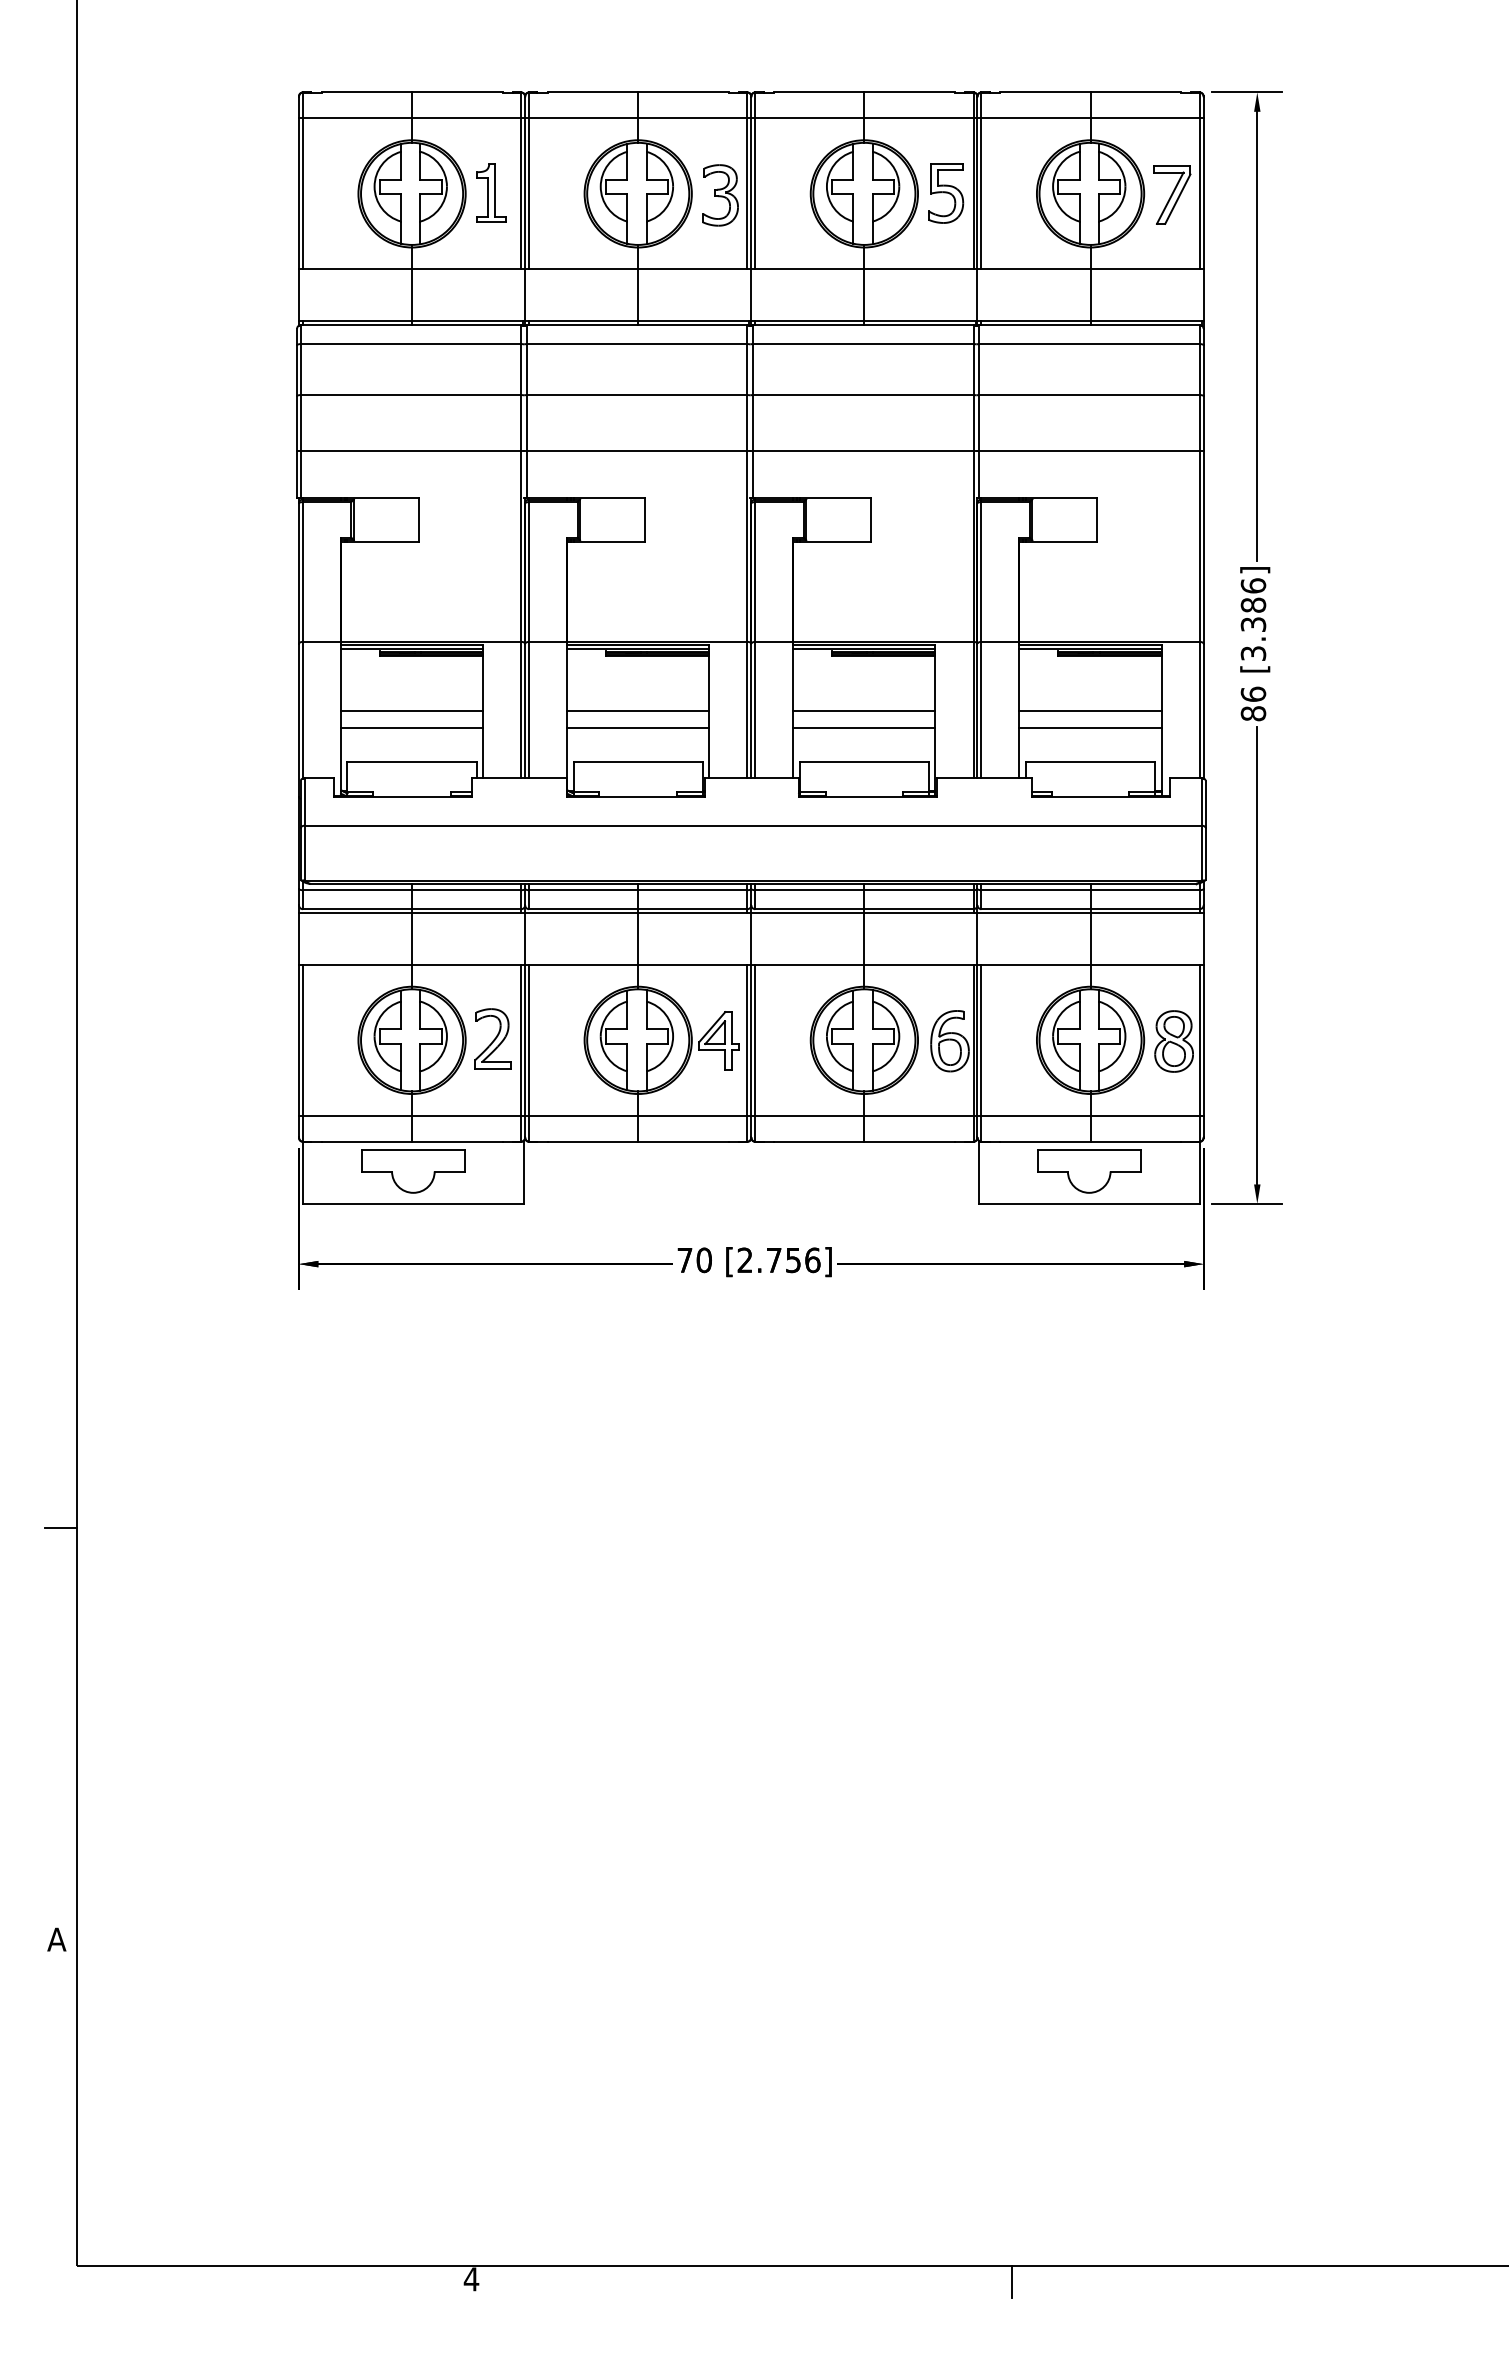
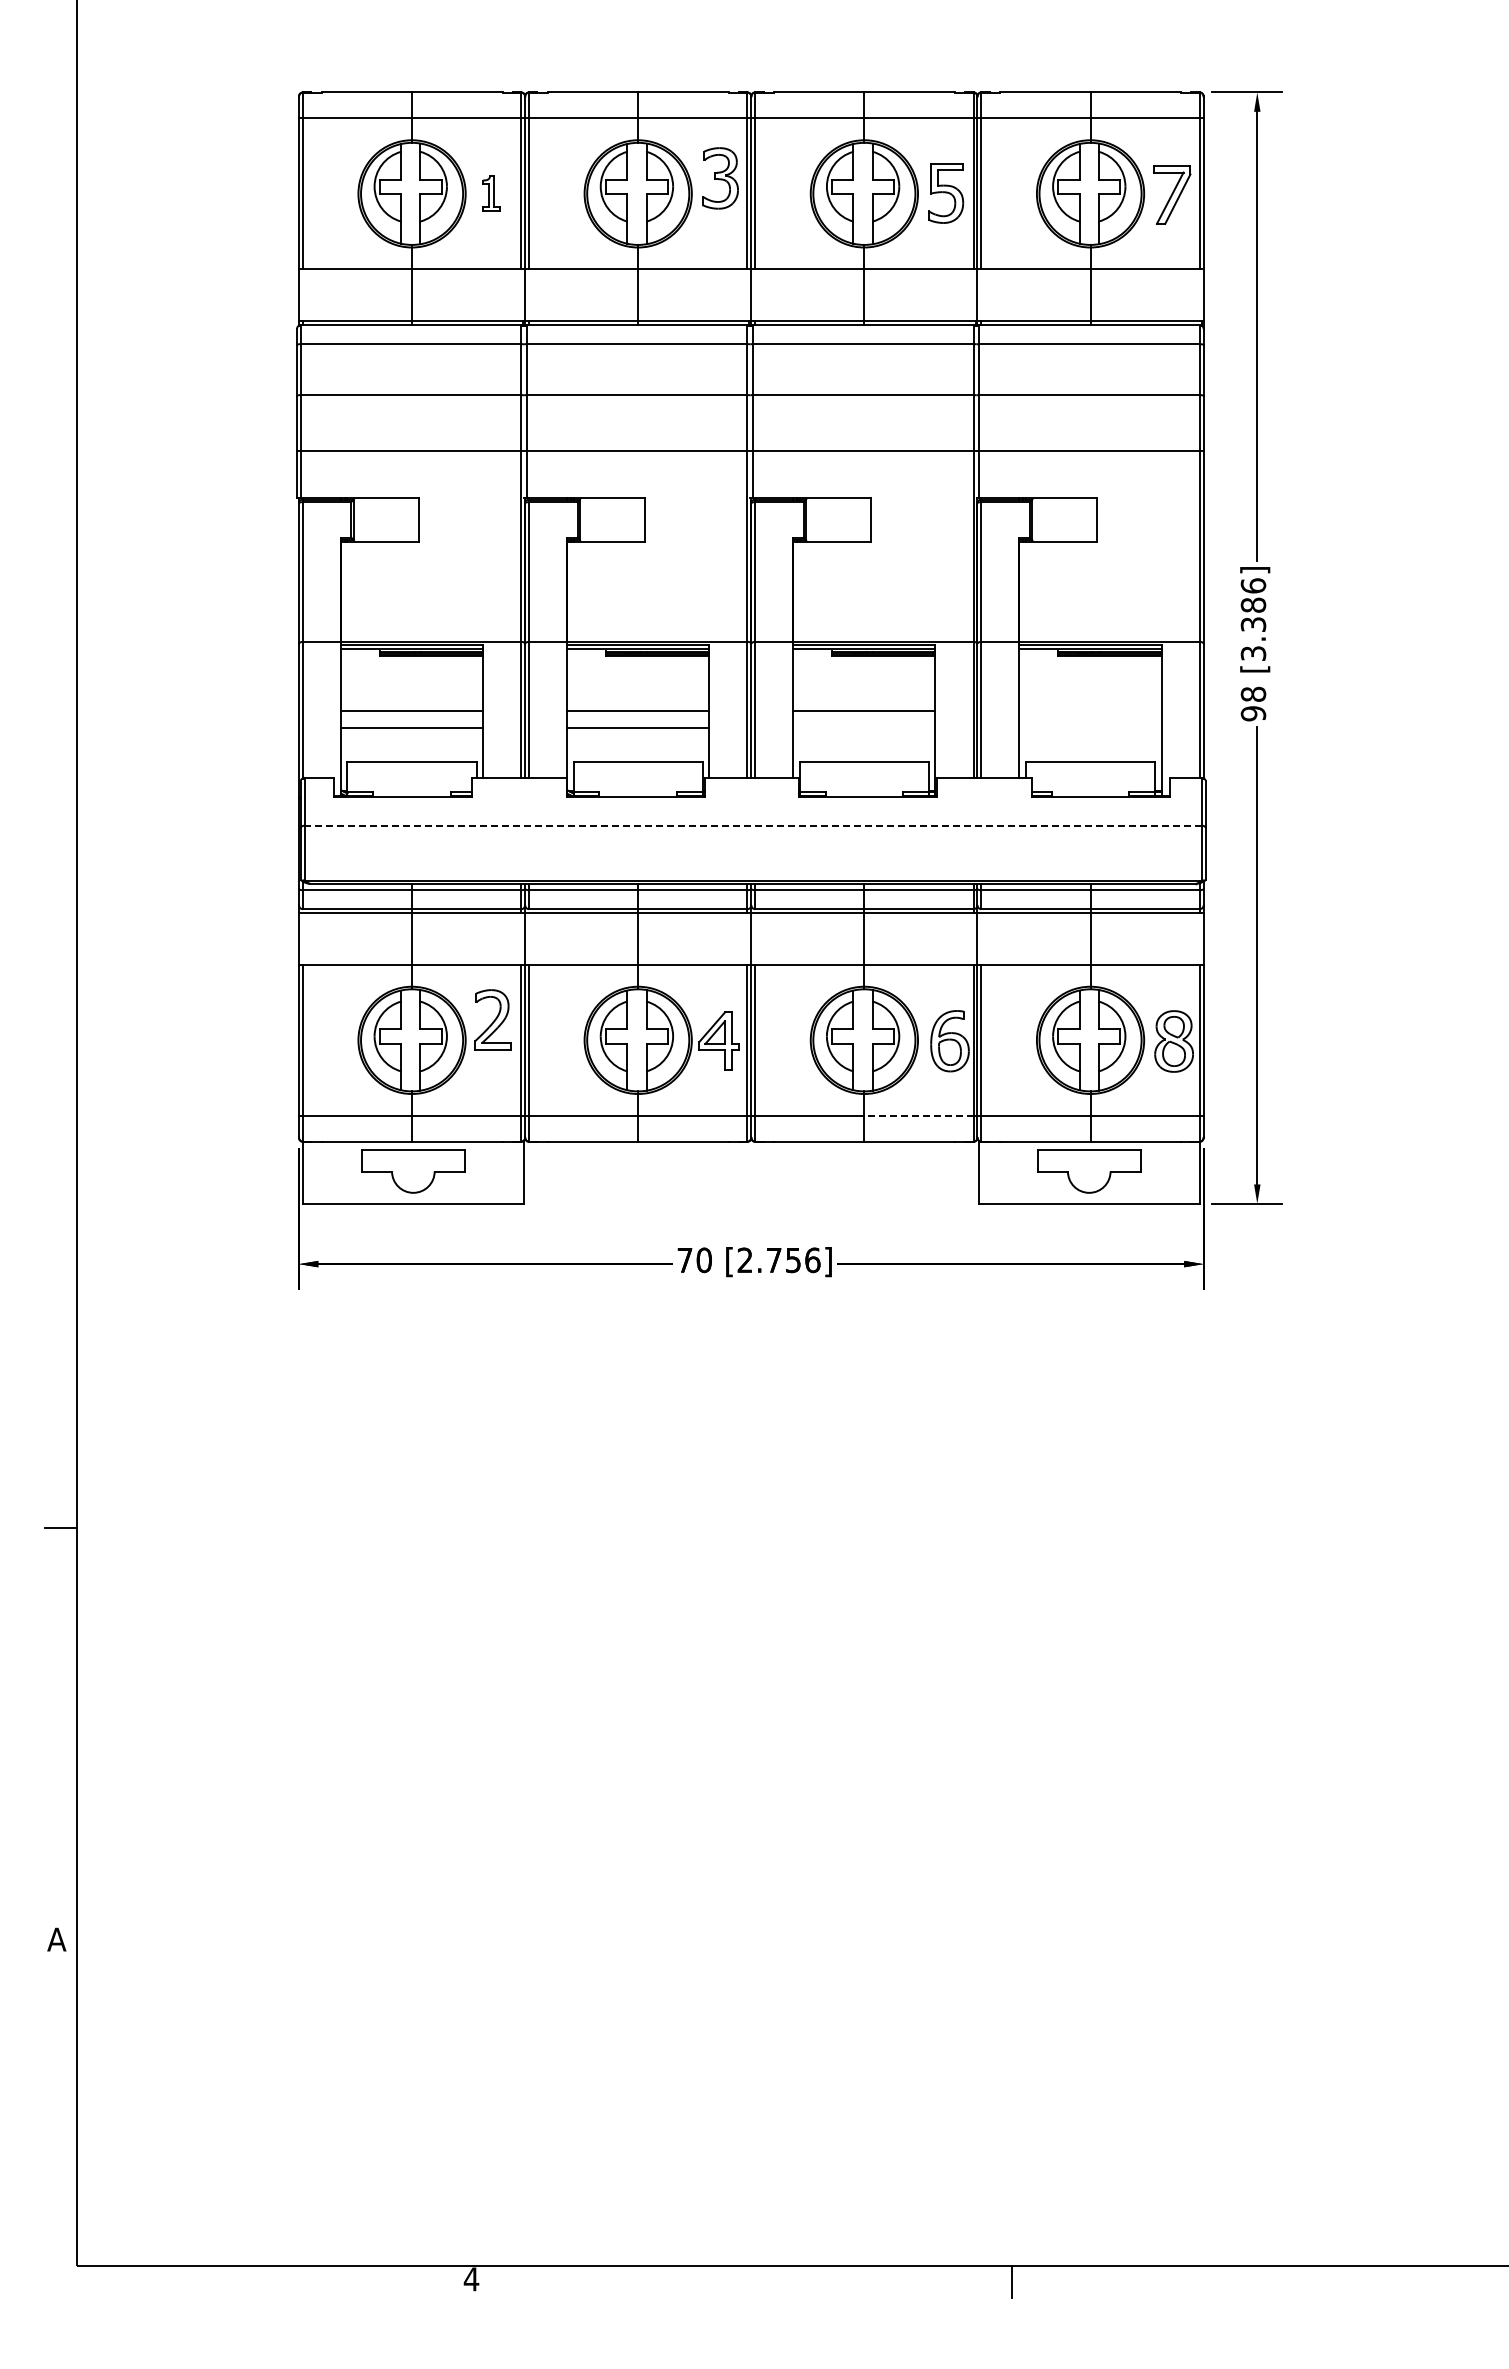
part at (491, 192) size: 31x60 px -> 19x37 px
part at (720, 195) position: (720, 195) -> (720, 178)
text at (1253, 703): 86 -> 98
line at (1090, 710): present -> none
line at (864, 727): present -> none
line at (1090, 727): present -> none
line at (752, 825): solid -> dashed
part at (492, 1038) position: (492, 1038) -> (492, 1019)
line at (918, 1115): solid -> dashed
